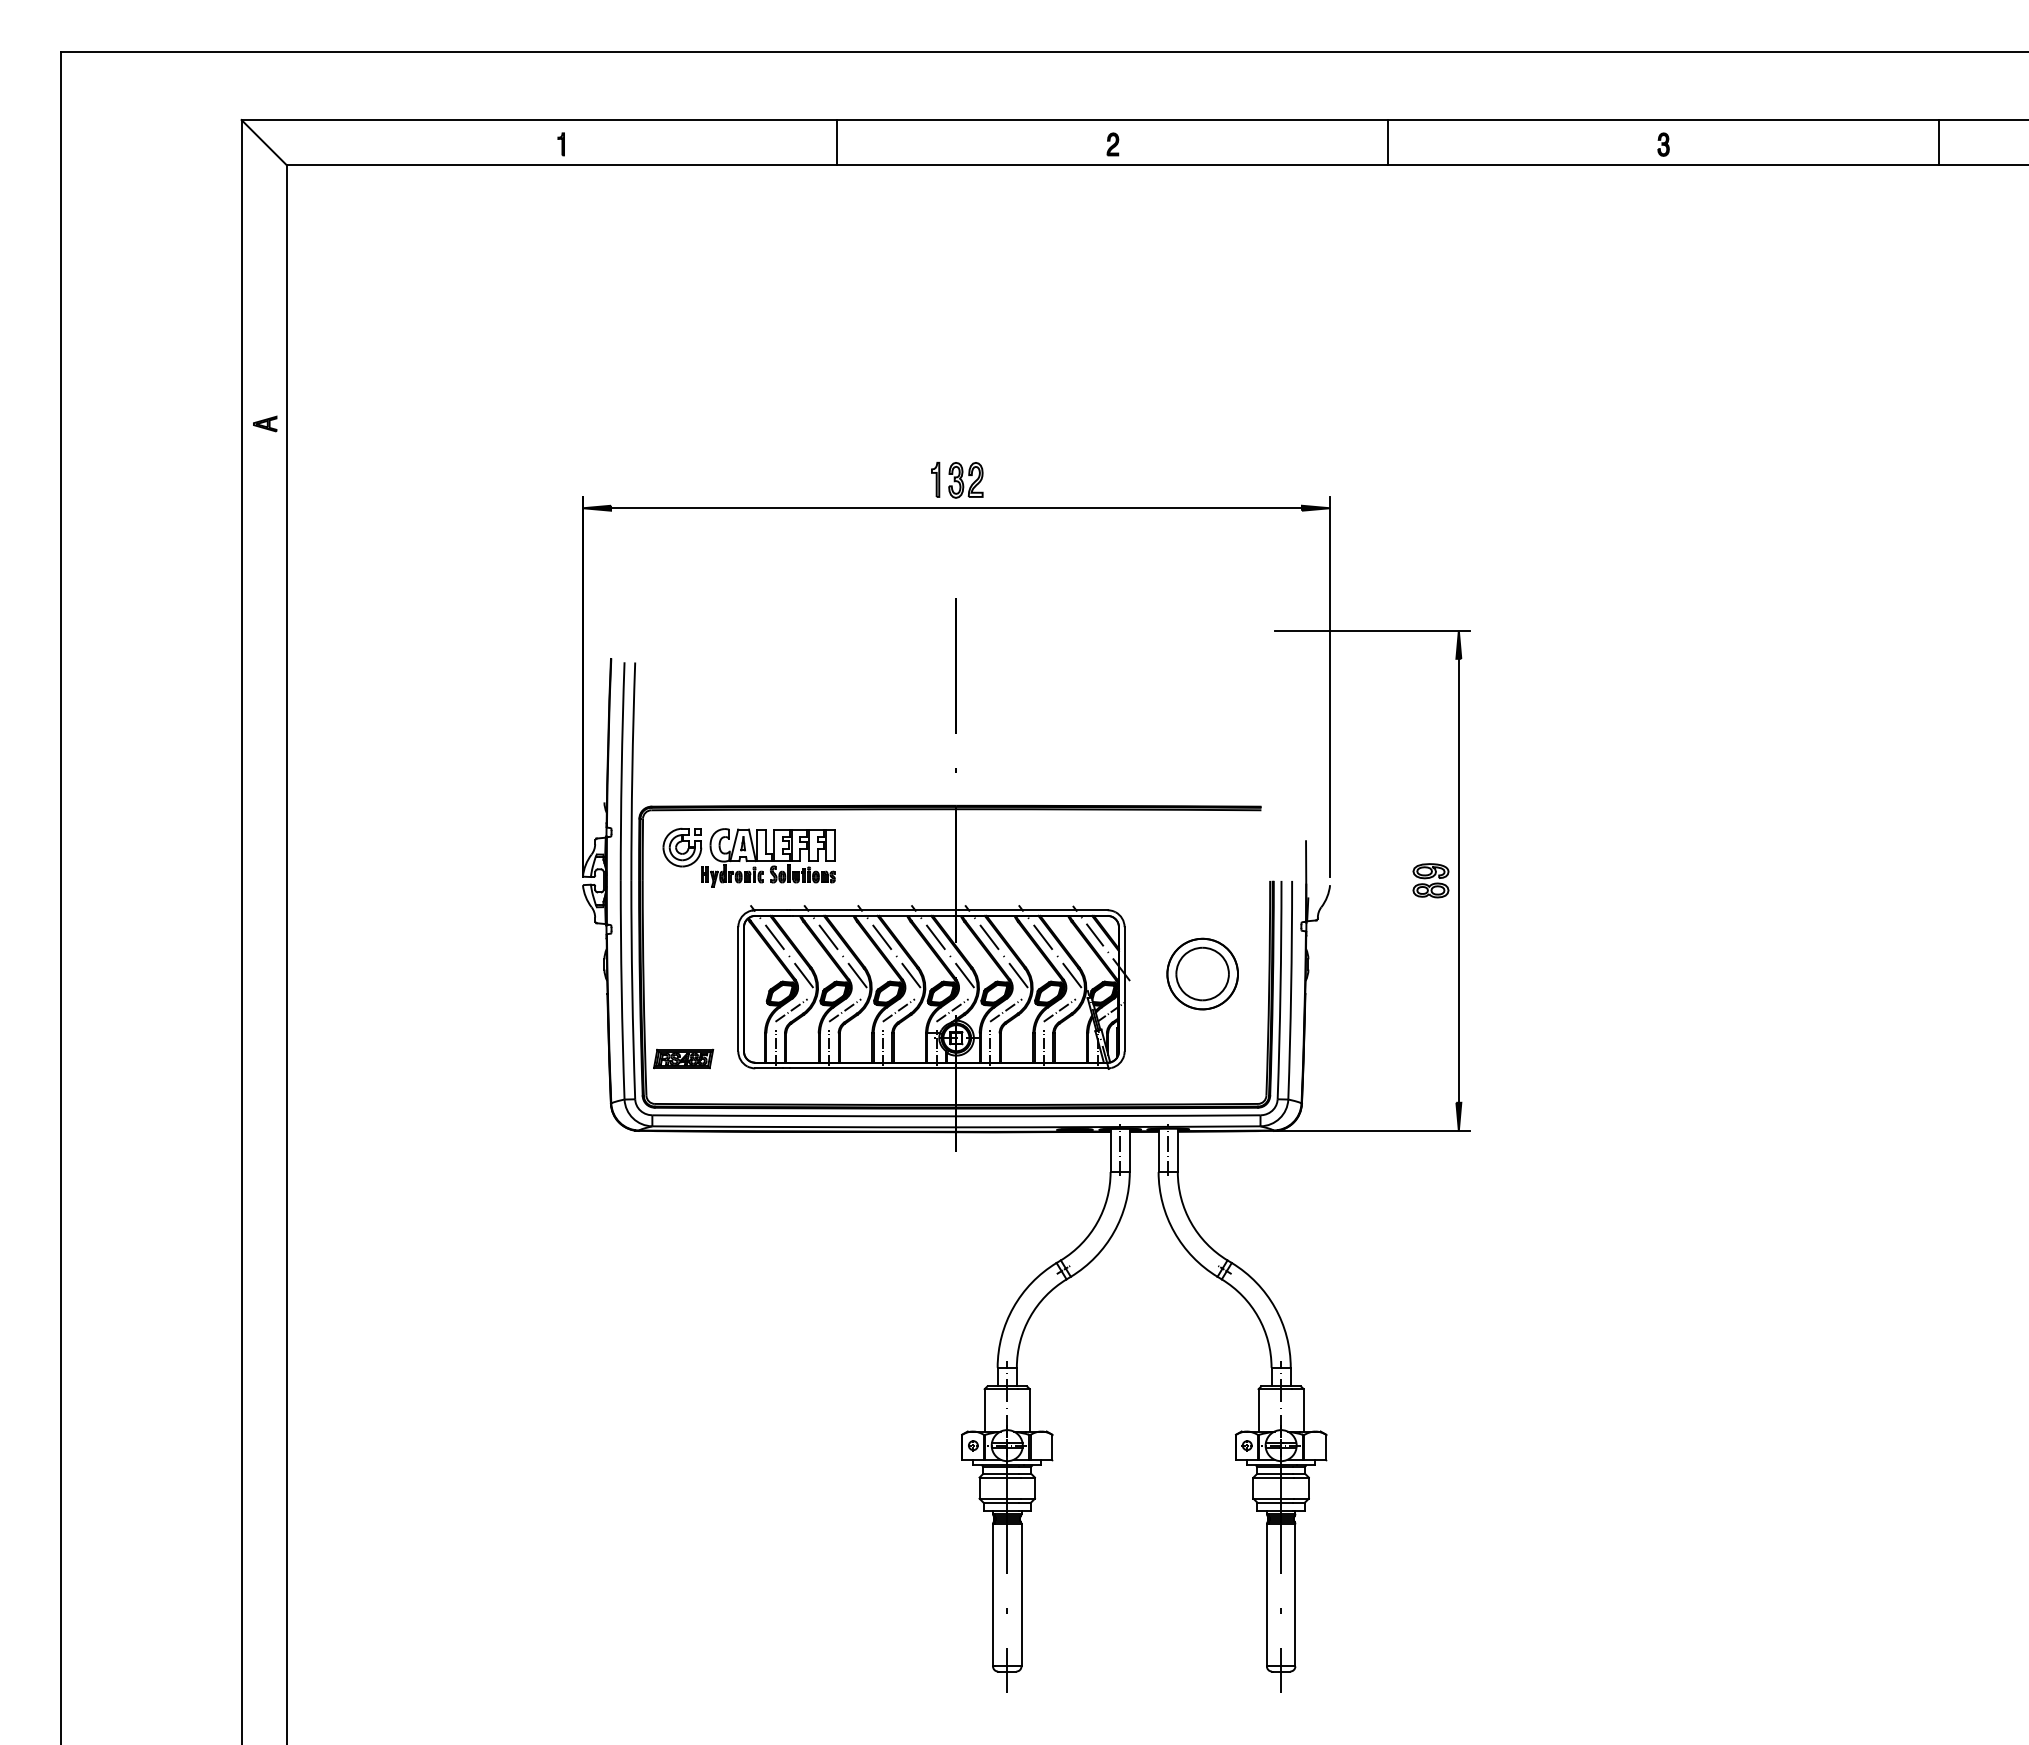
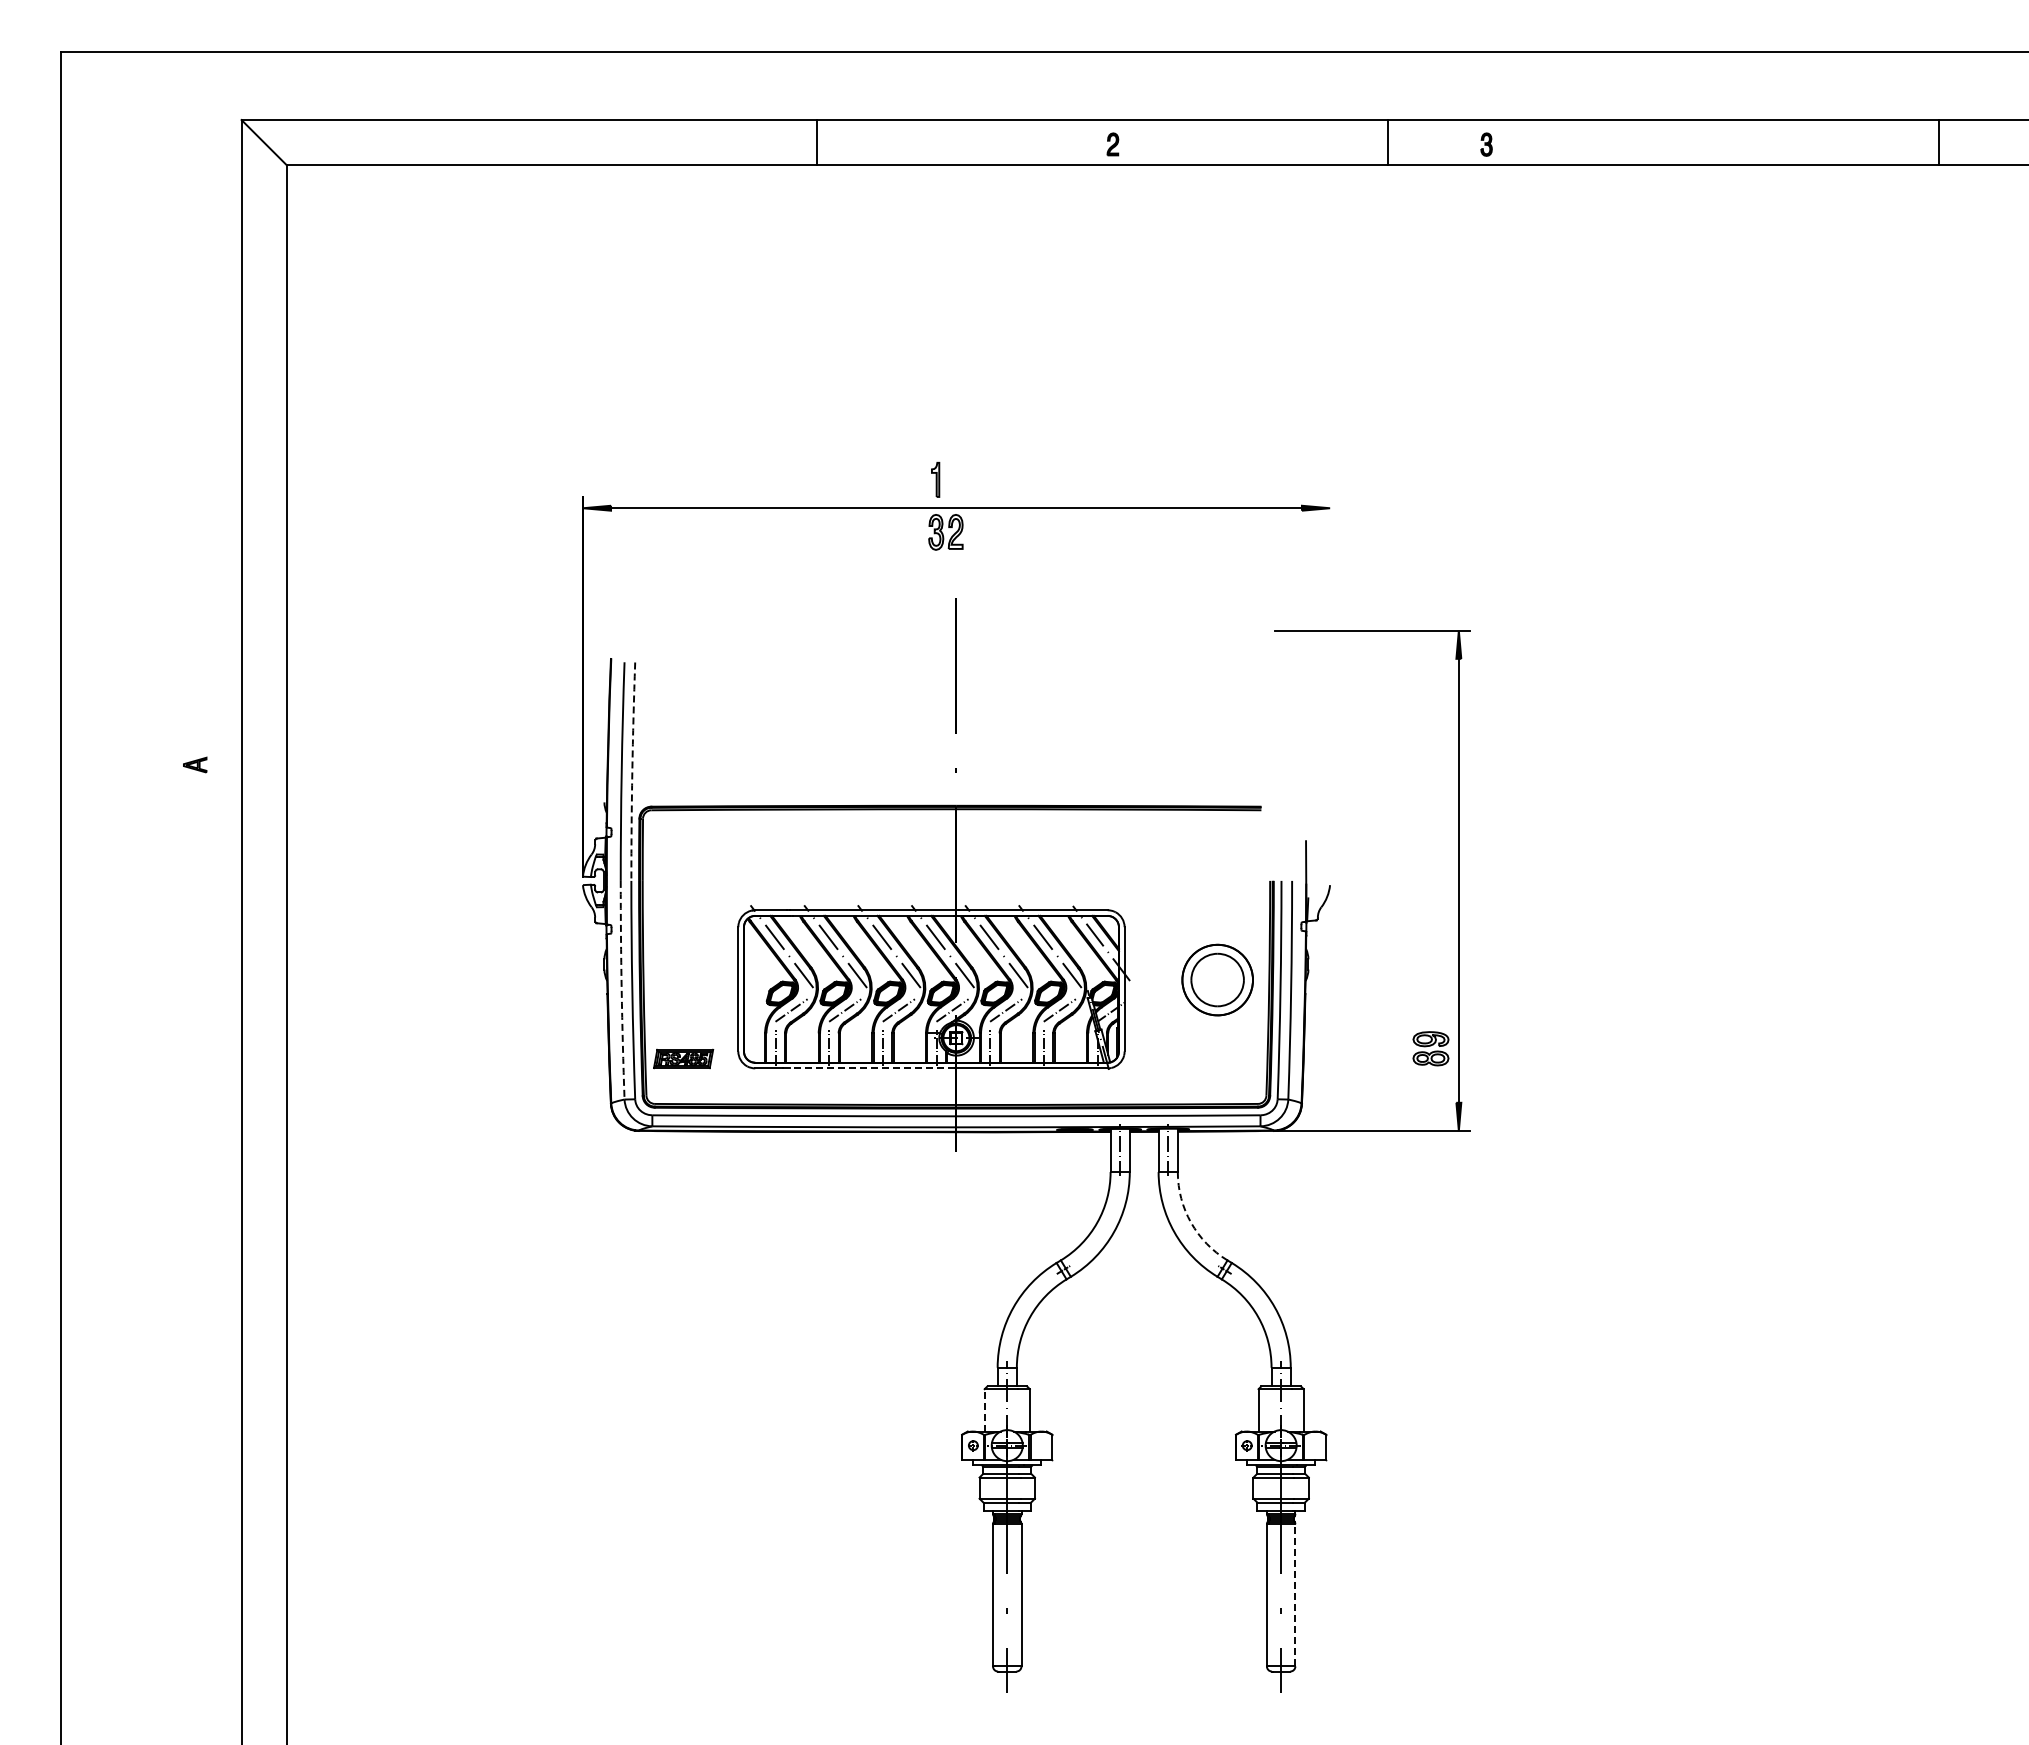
line at (837, 142) position: (837, 142) -> (817, 142)
part at (560, 144): present -> none
part at (1663, 144) position: (1663, 144) -> (1486, 144)
part at (265, 423) position: (265, 423) -> (195, 764)
part at (965, 480) position: (965, 480) -> (945, 532)
line at (1330, 686): present -> none
arc at (632, 771): solid -> dashed
part at (748, 857): present -> none
part at (1430, 880) position: (1430, 880) -> (1430, 1048)
part at (1202, 973) position: (1202, 973) -> (1217, 979)
arc at (621, 990): solid -> dashed
line at (872, 1068): solid -> dashed
arc at (1191, 1222): solid -> dashed
line at (984, 1409): solid -> dashed
line at (1295, 1594): solid -> dashed
